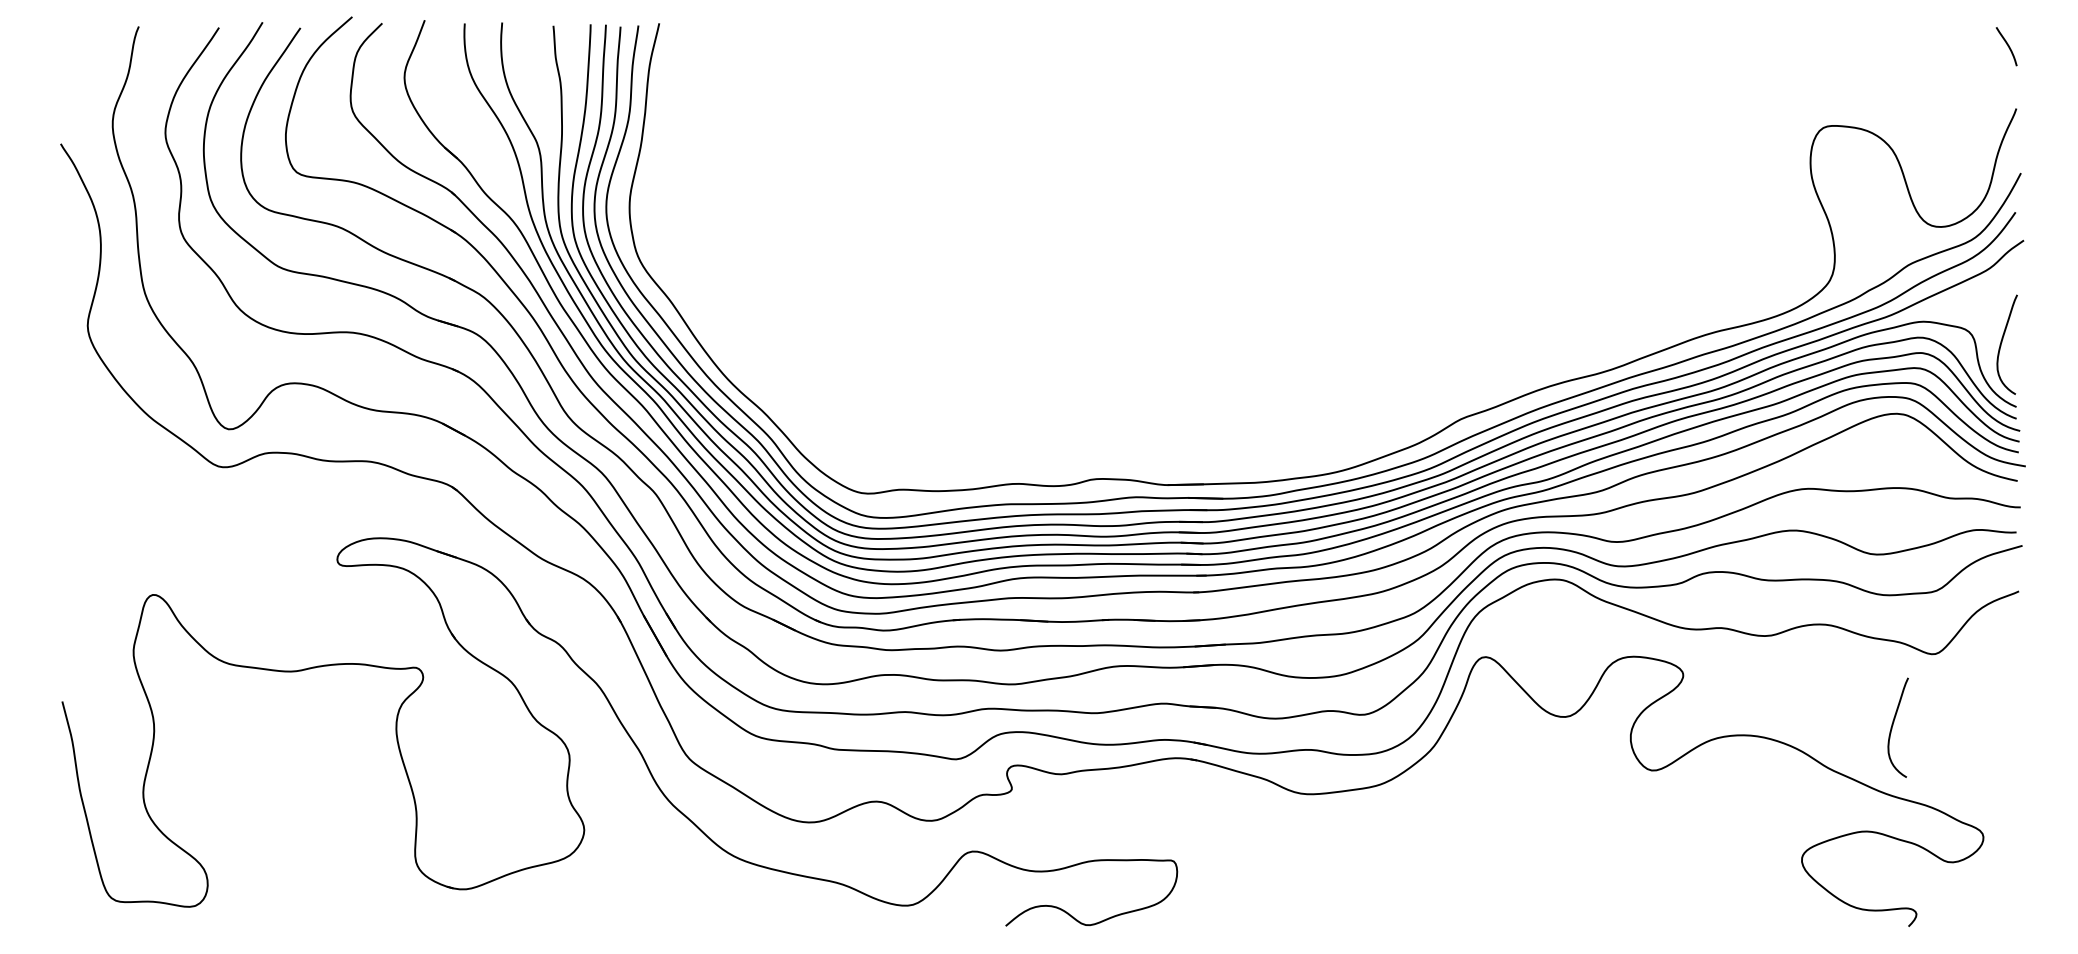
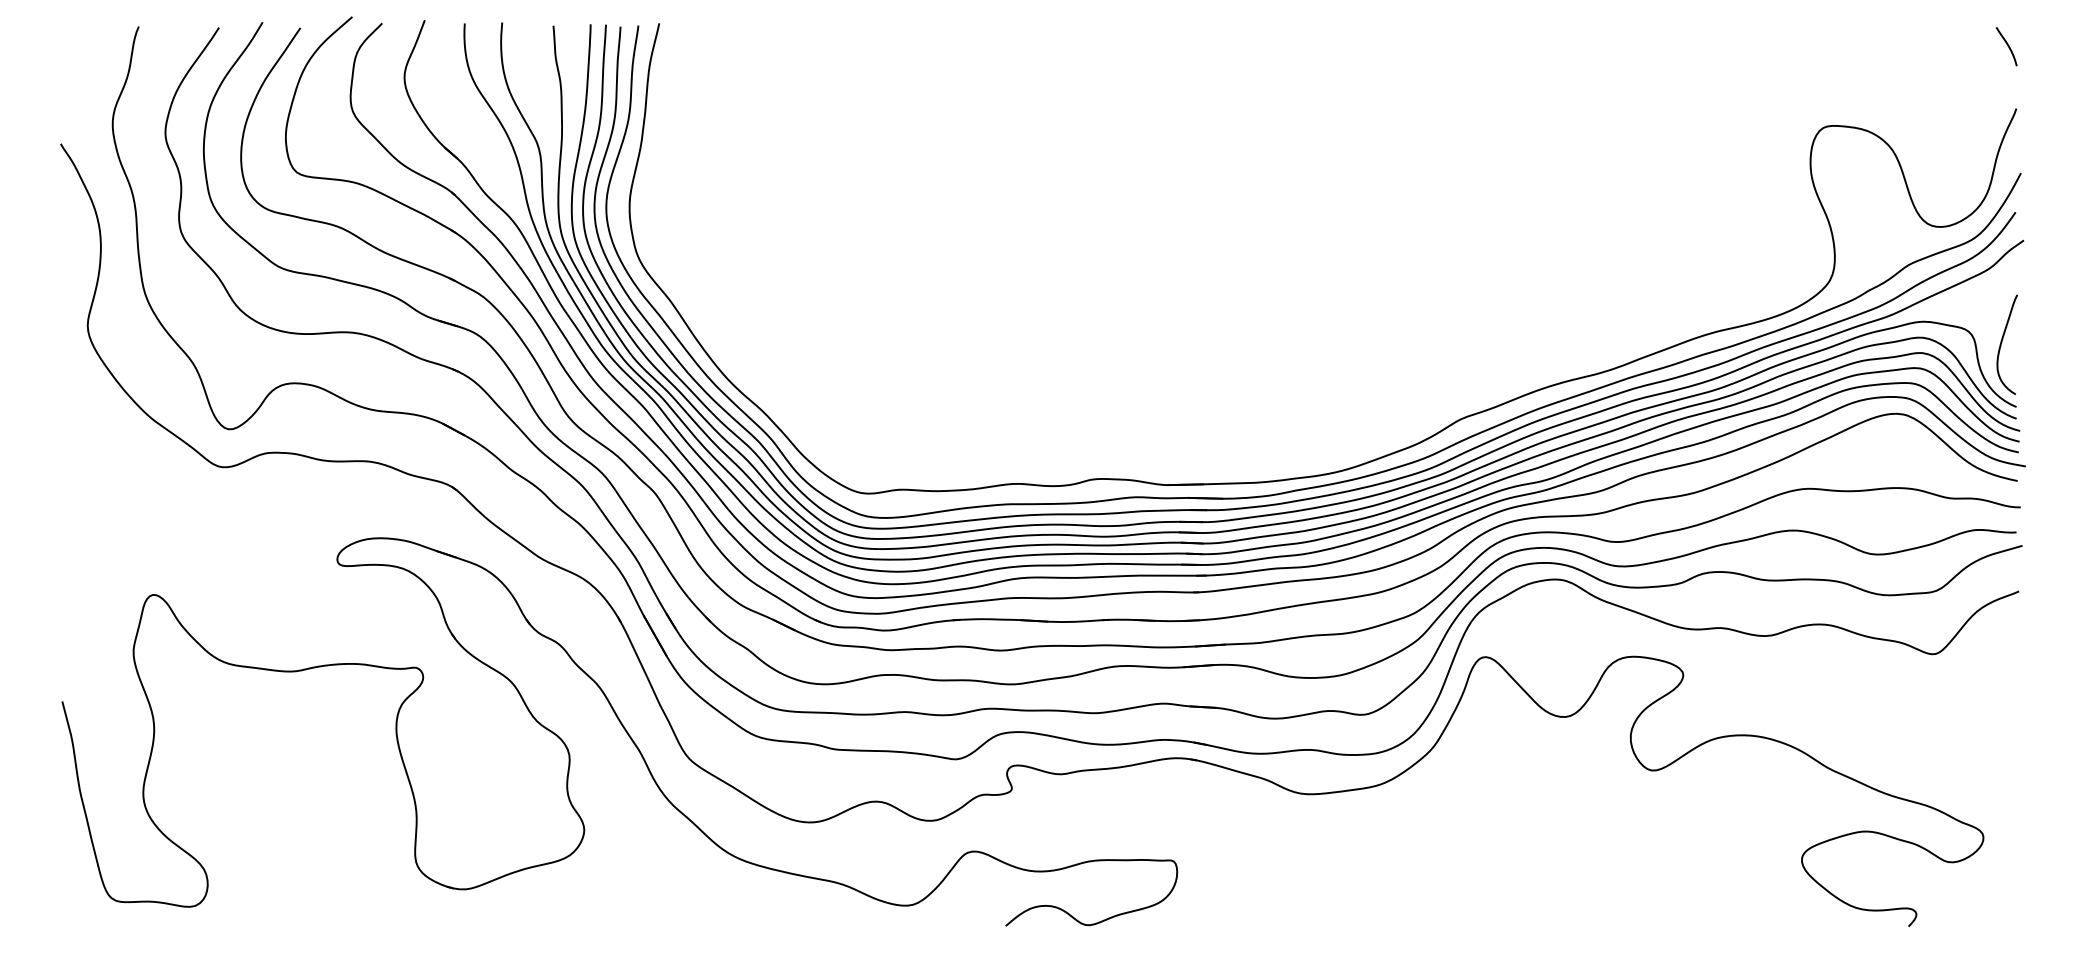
curve at (1893, 725): present -> none
